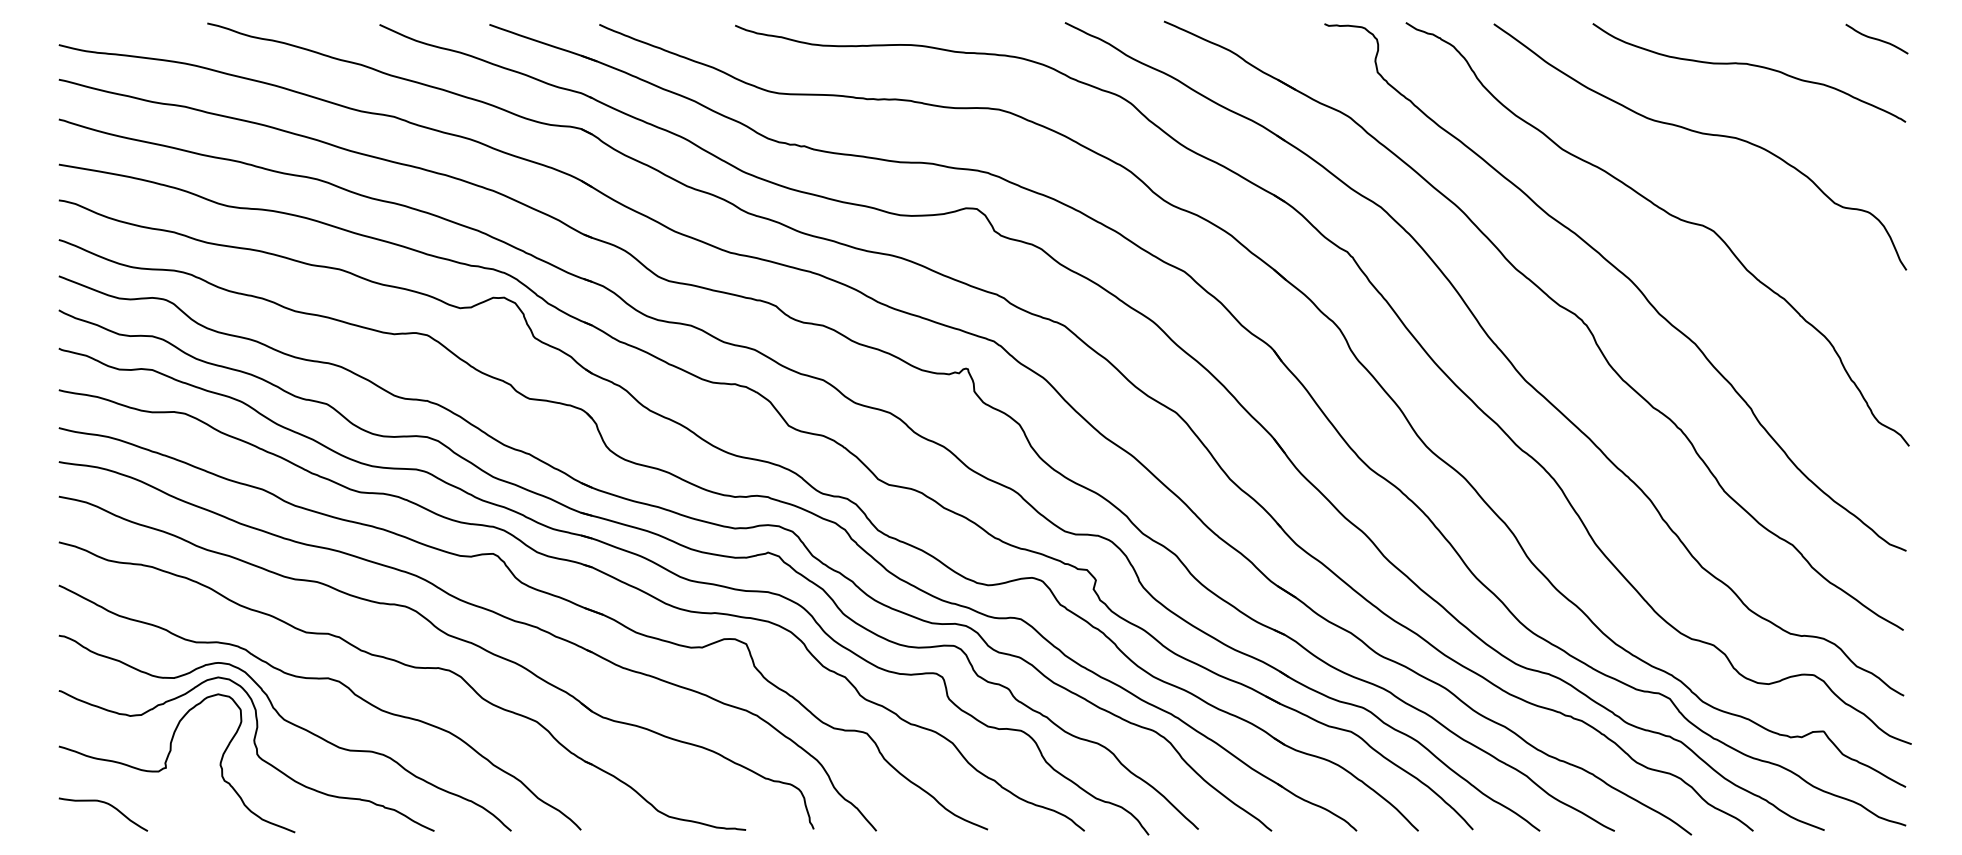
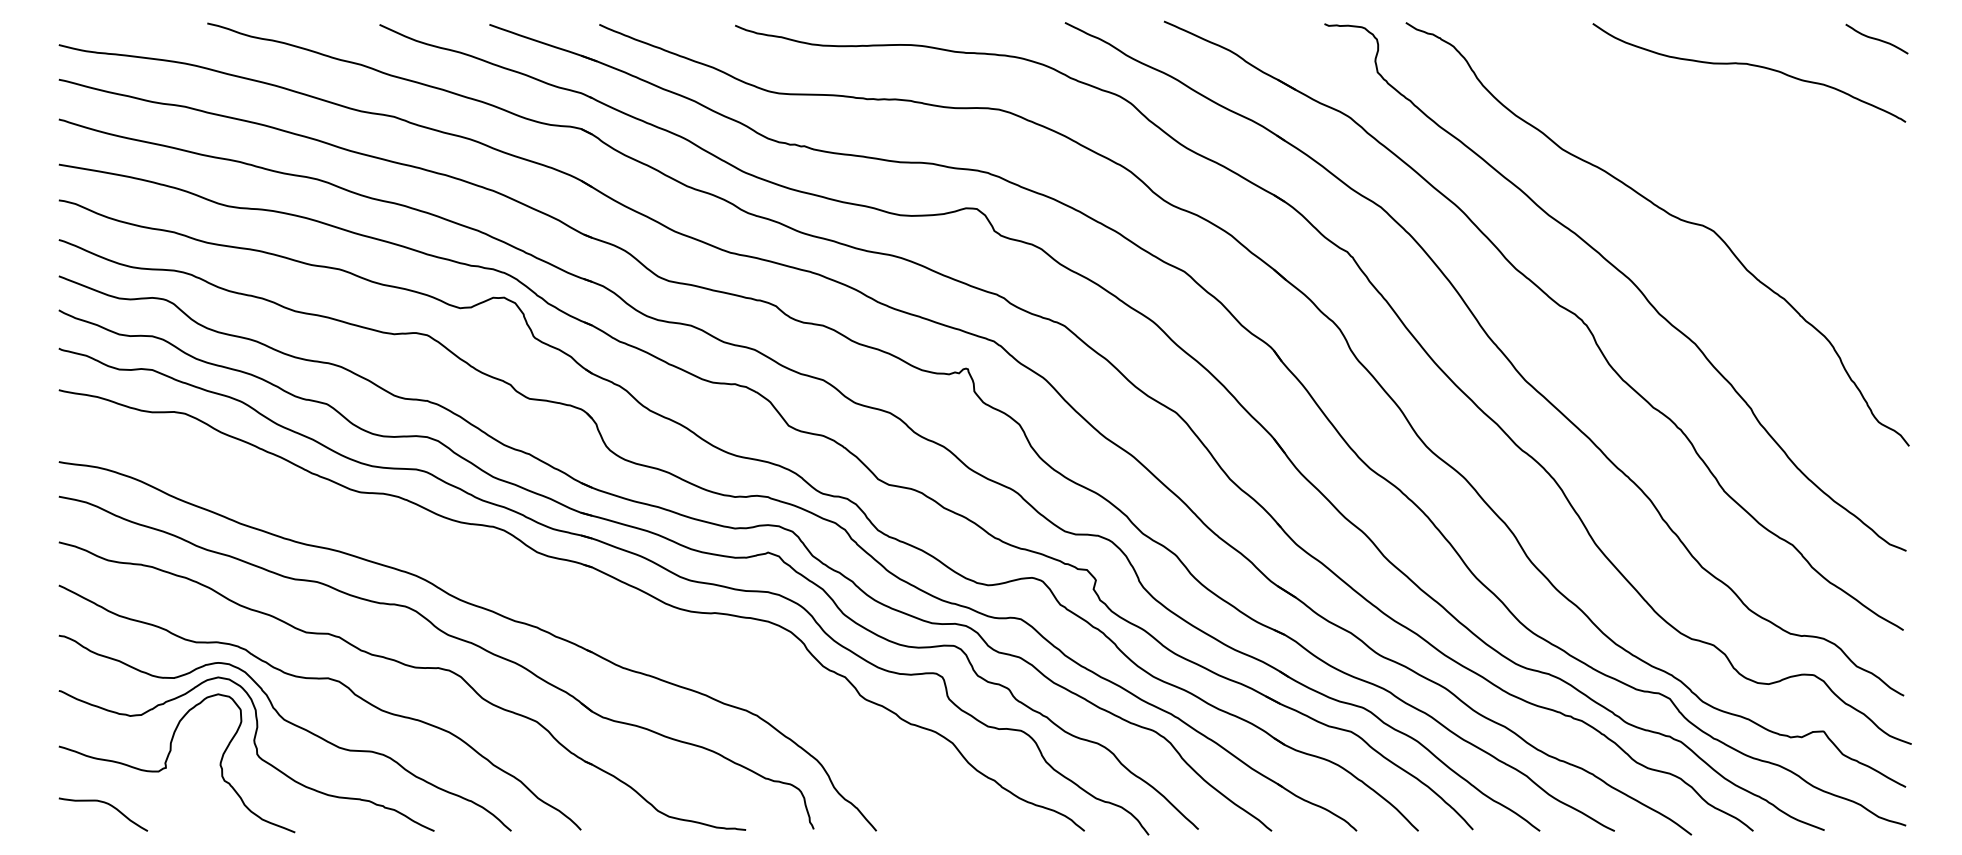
curve at (1701, 134): present -> none
part at (535, 590): present -> none
